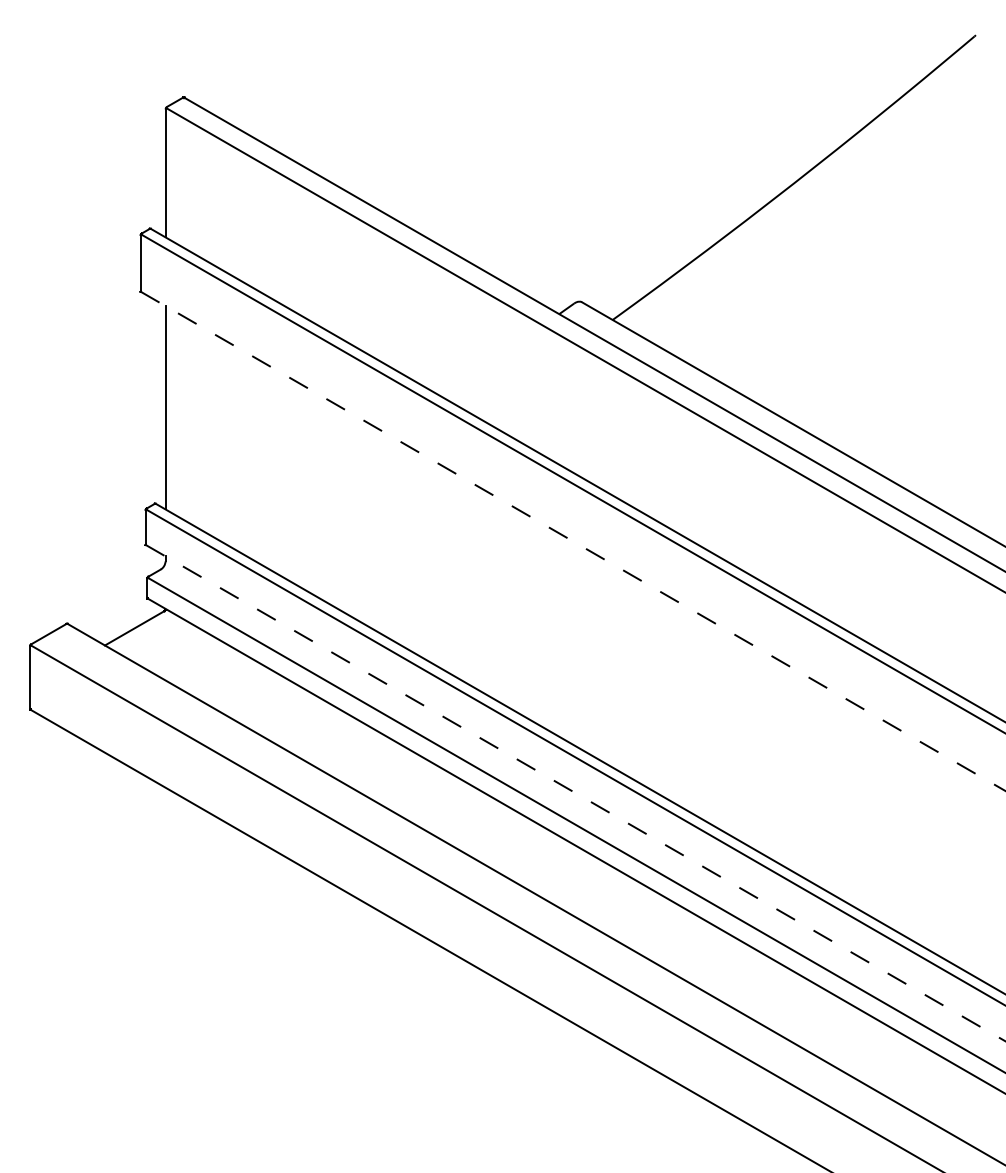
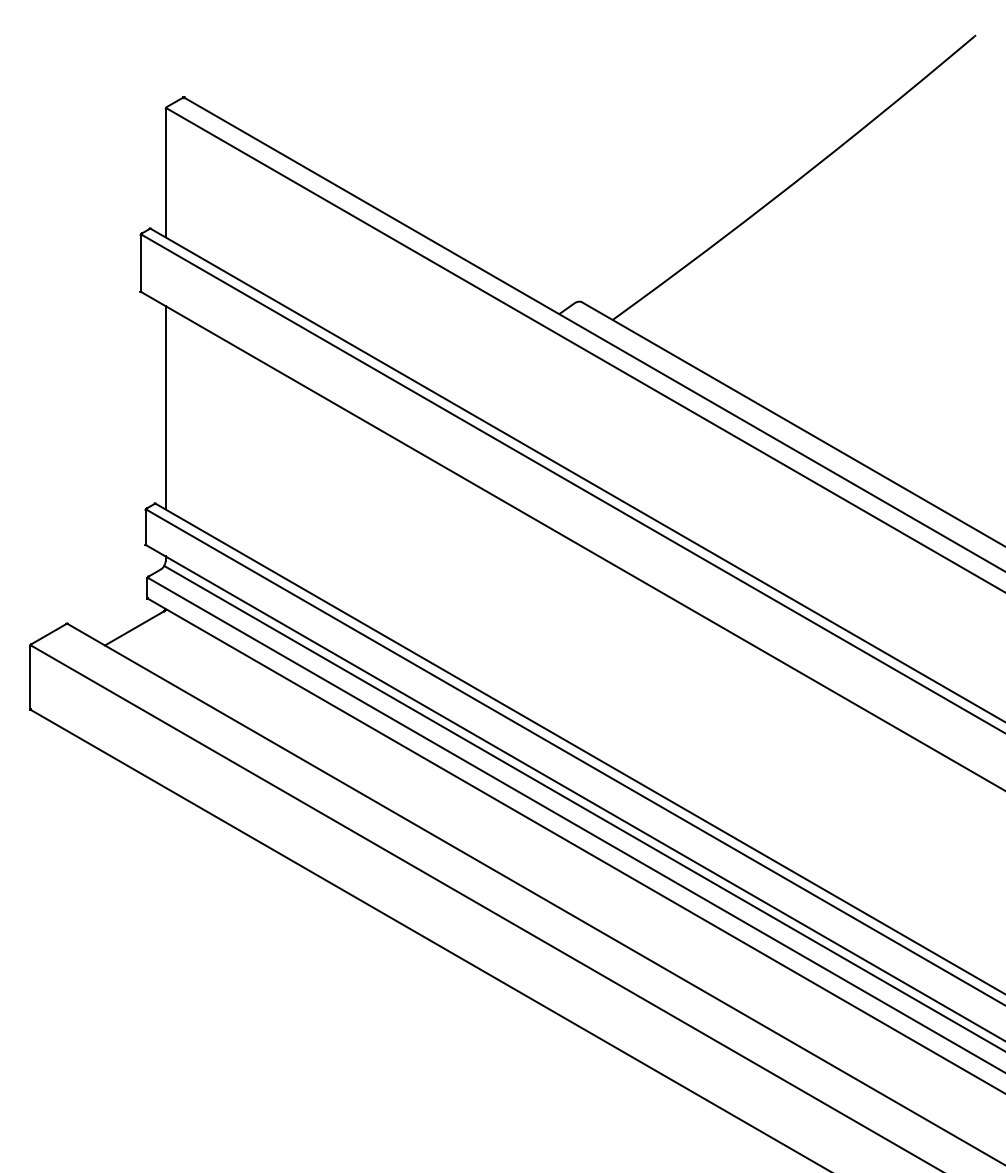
line at (573, 541): dashed -> solid
line at (575, 793): dashed -> solid
line at (583, 807): none -> present
